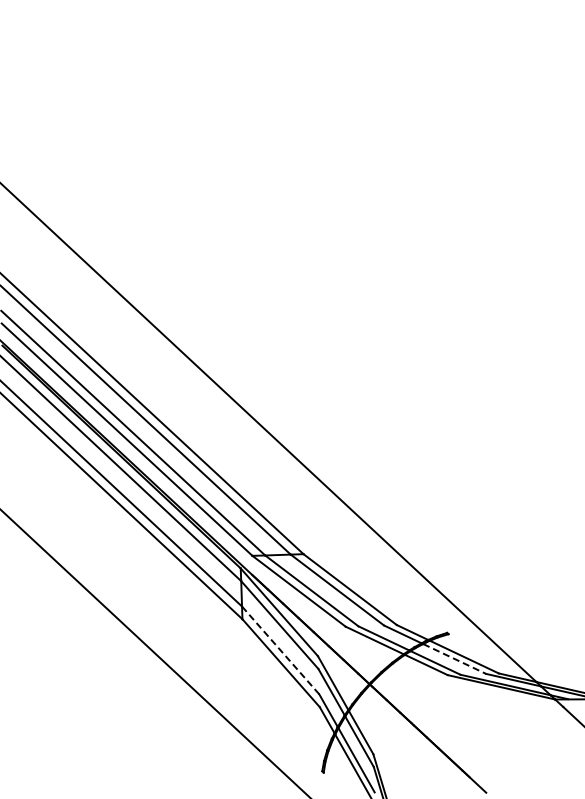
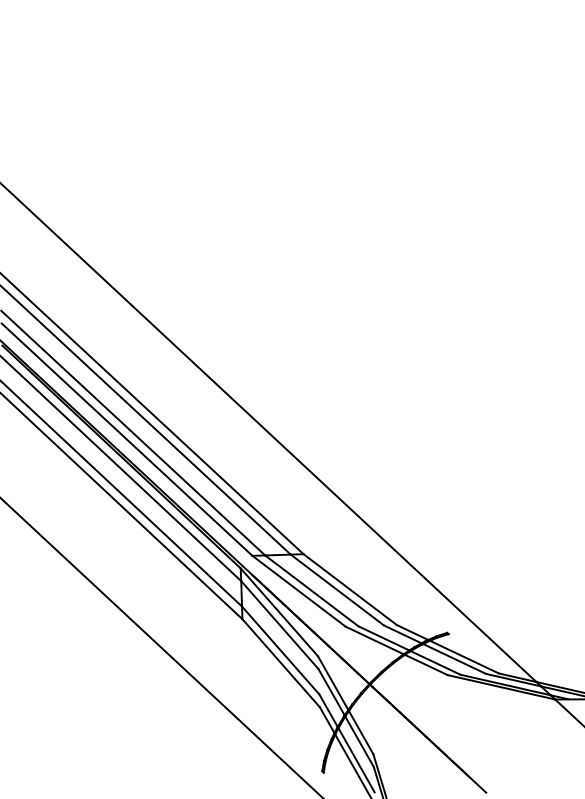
line at (281, 650): dashed -> solid
line at (155, 653) position: (155, 653) -> (161, 647)
line at (454, 658): dashed -> solid
